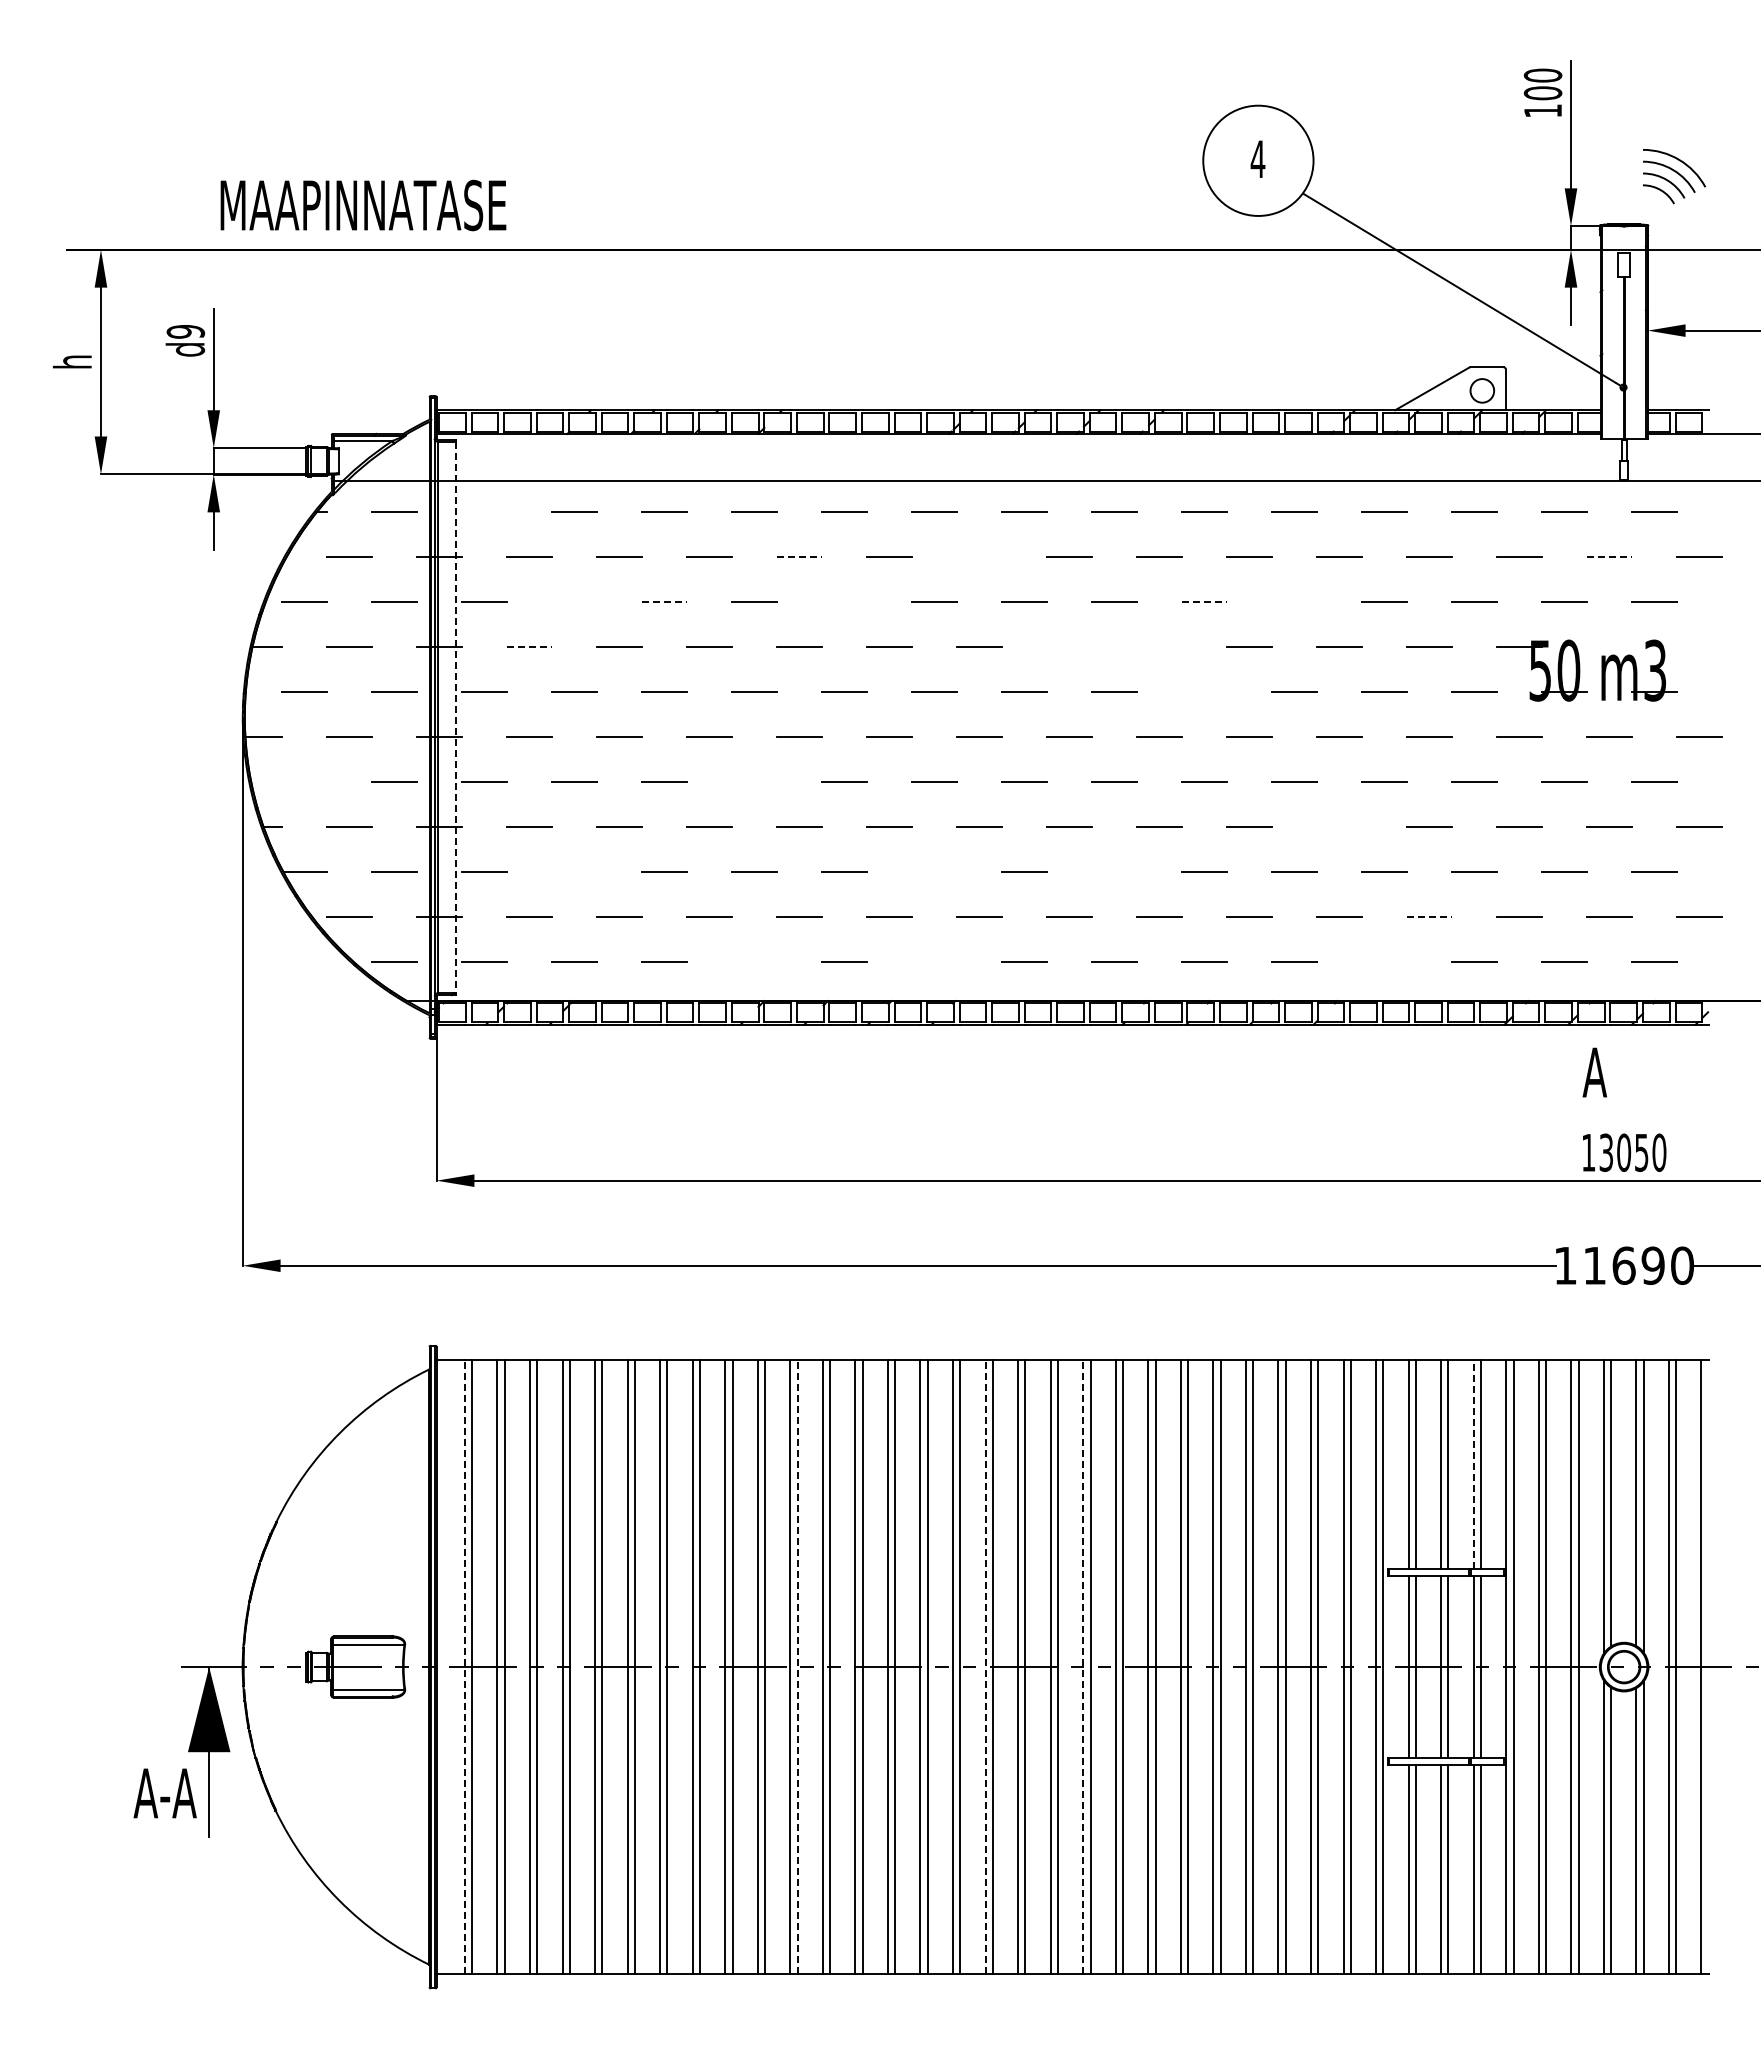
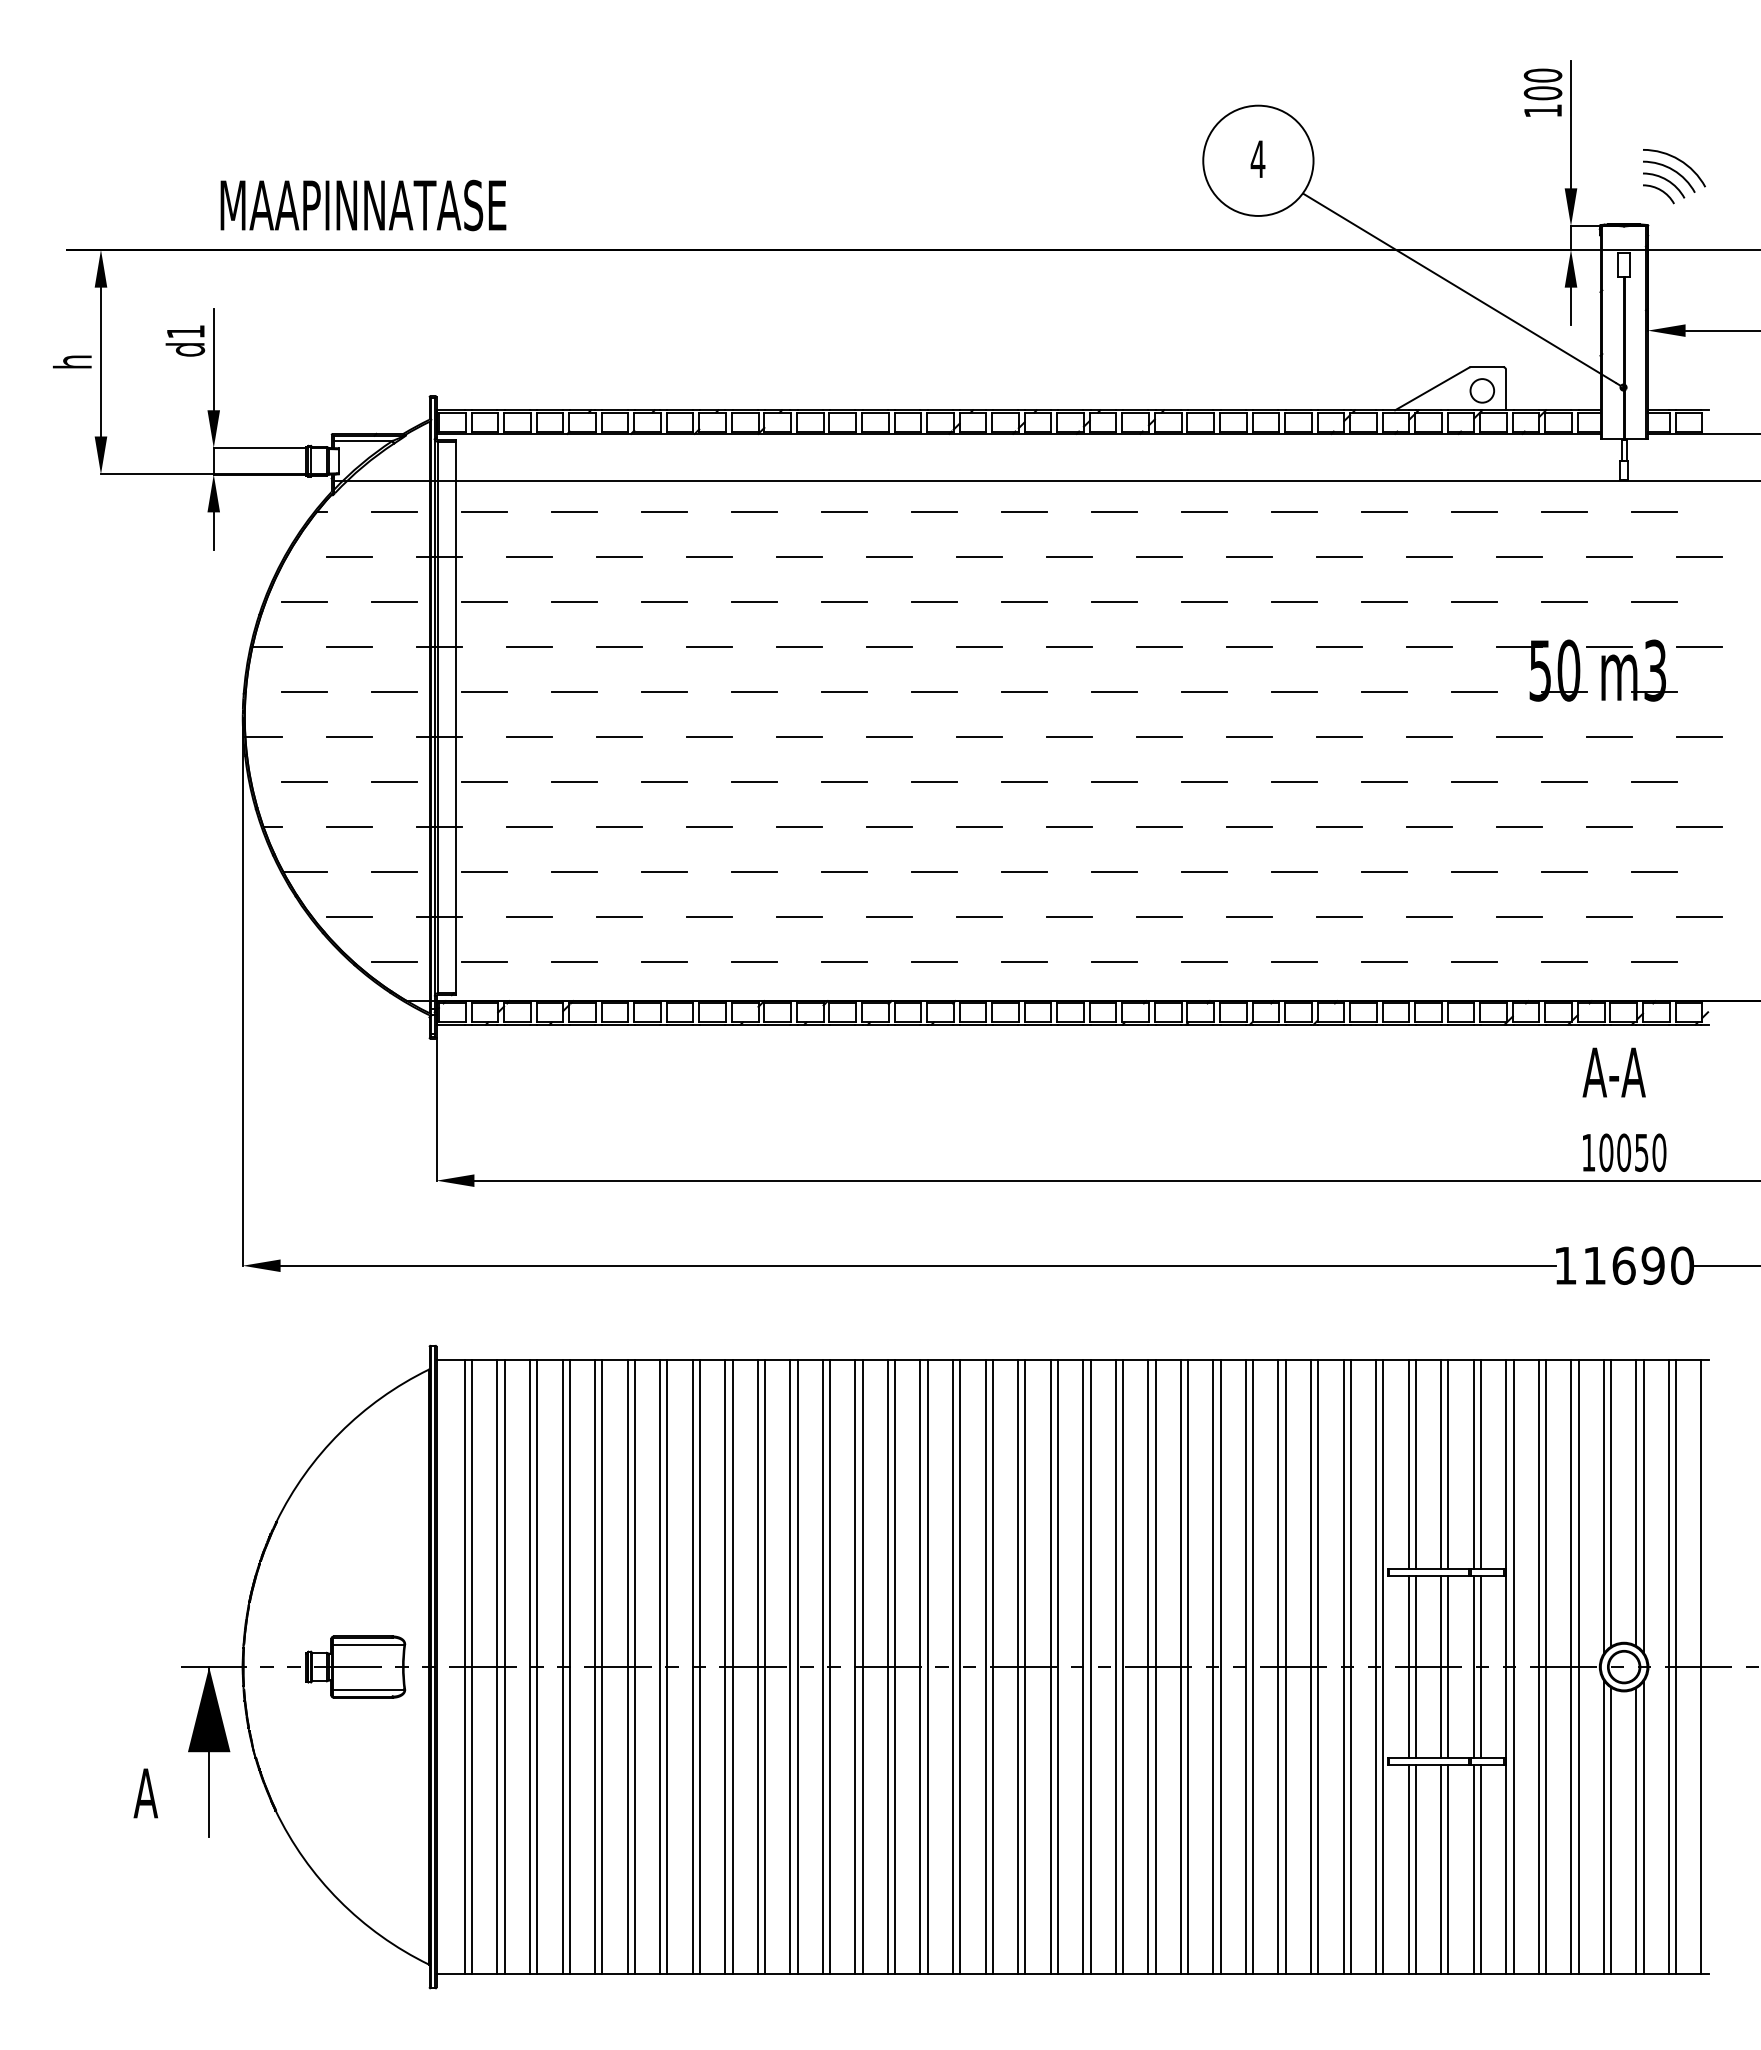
text at (185, 331): d9 -> d1
line at (483, 512): none -> present
line at (979, 556): none -> present
line at (799, 557): dashed -> solid
line at (1609, 557): dashed -> solid
line at (1294, 601): none -> present
line at (573, 602): none -> present
line at (664, 602): dashed -> solid
line at (844, 602): none -> present
line at (1204, 602): dashed -> solid
line at (1069, 646): none -> present
line at (529, 647): dashed -> solid
line at (1159, 647): none -> present
line at (1609, 647): none -> present
line at (1699, 647): none -> present
line at (1204, 692): none -> present
line at (455, 717): dashed -> solid
line at (303, 782): none -> present
line at (754, 782): none -> present
line at (1339, 827): none -> present
line at (573, 872): none -> present
line at (934, 872): none -> present
line at (1114, 872): none -> present
line at (1429, 917): dashed -> solid
line at (754, 961): none -> present
line at (934, 962): none -> present
line at (1384, 962): none -> present
text at (1627, 1072): A -> A-A
text at (1606, 1152): 13050 -> 10050
line at (1473, 1464): dashed -> solid
line at (464, 1666): dashed -> solid
line at (797, 1666): dashed -> solid
line at (985, 1666): dashed -> solid
line at (1083, 1666): dashed -> solid
text at (178, 1793): A-A -> A
